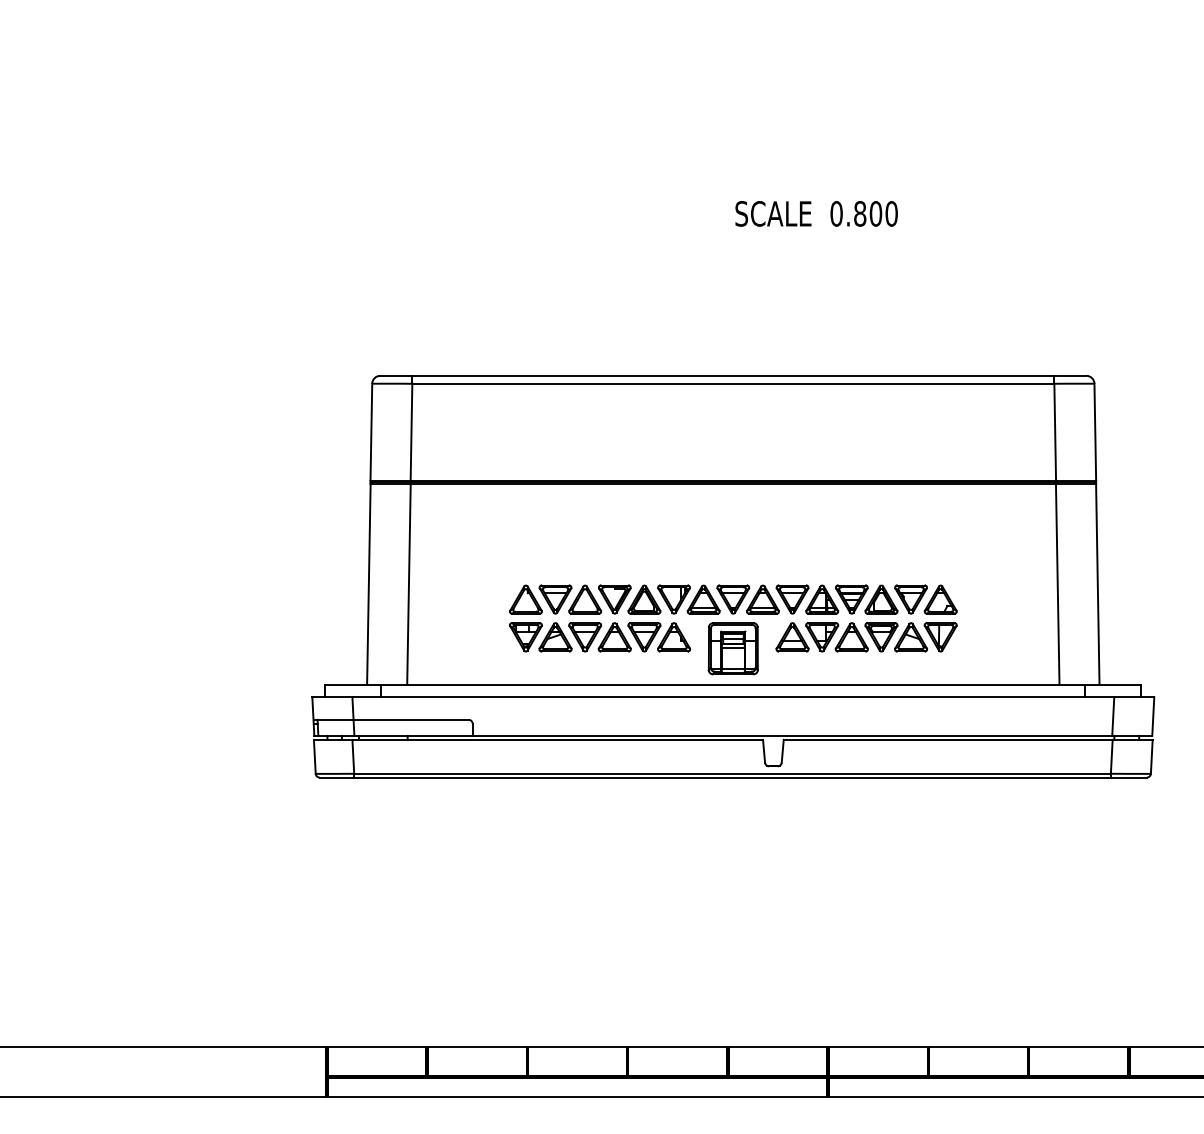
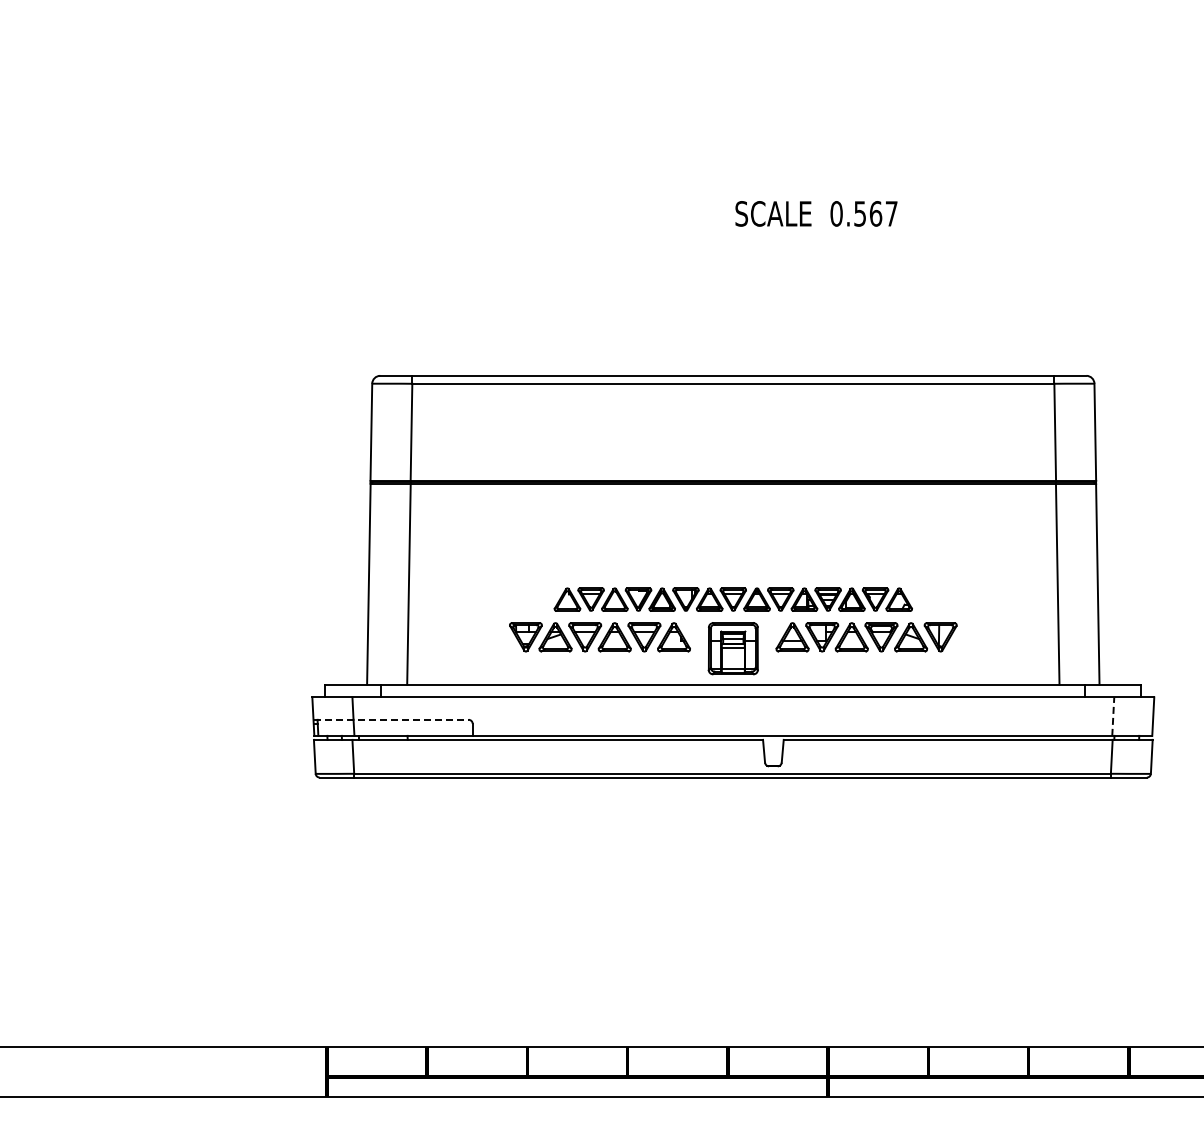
text at (875, 213): 0.800 -> 0.567
part at (733, 599) size: 449x31 px -> 360x25 px
line at (1113, 716): solid -> dashed
line at (391, 719): solid -> dashed
